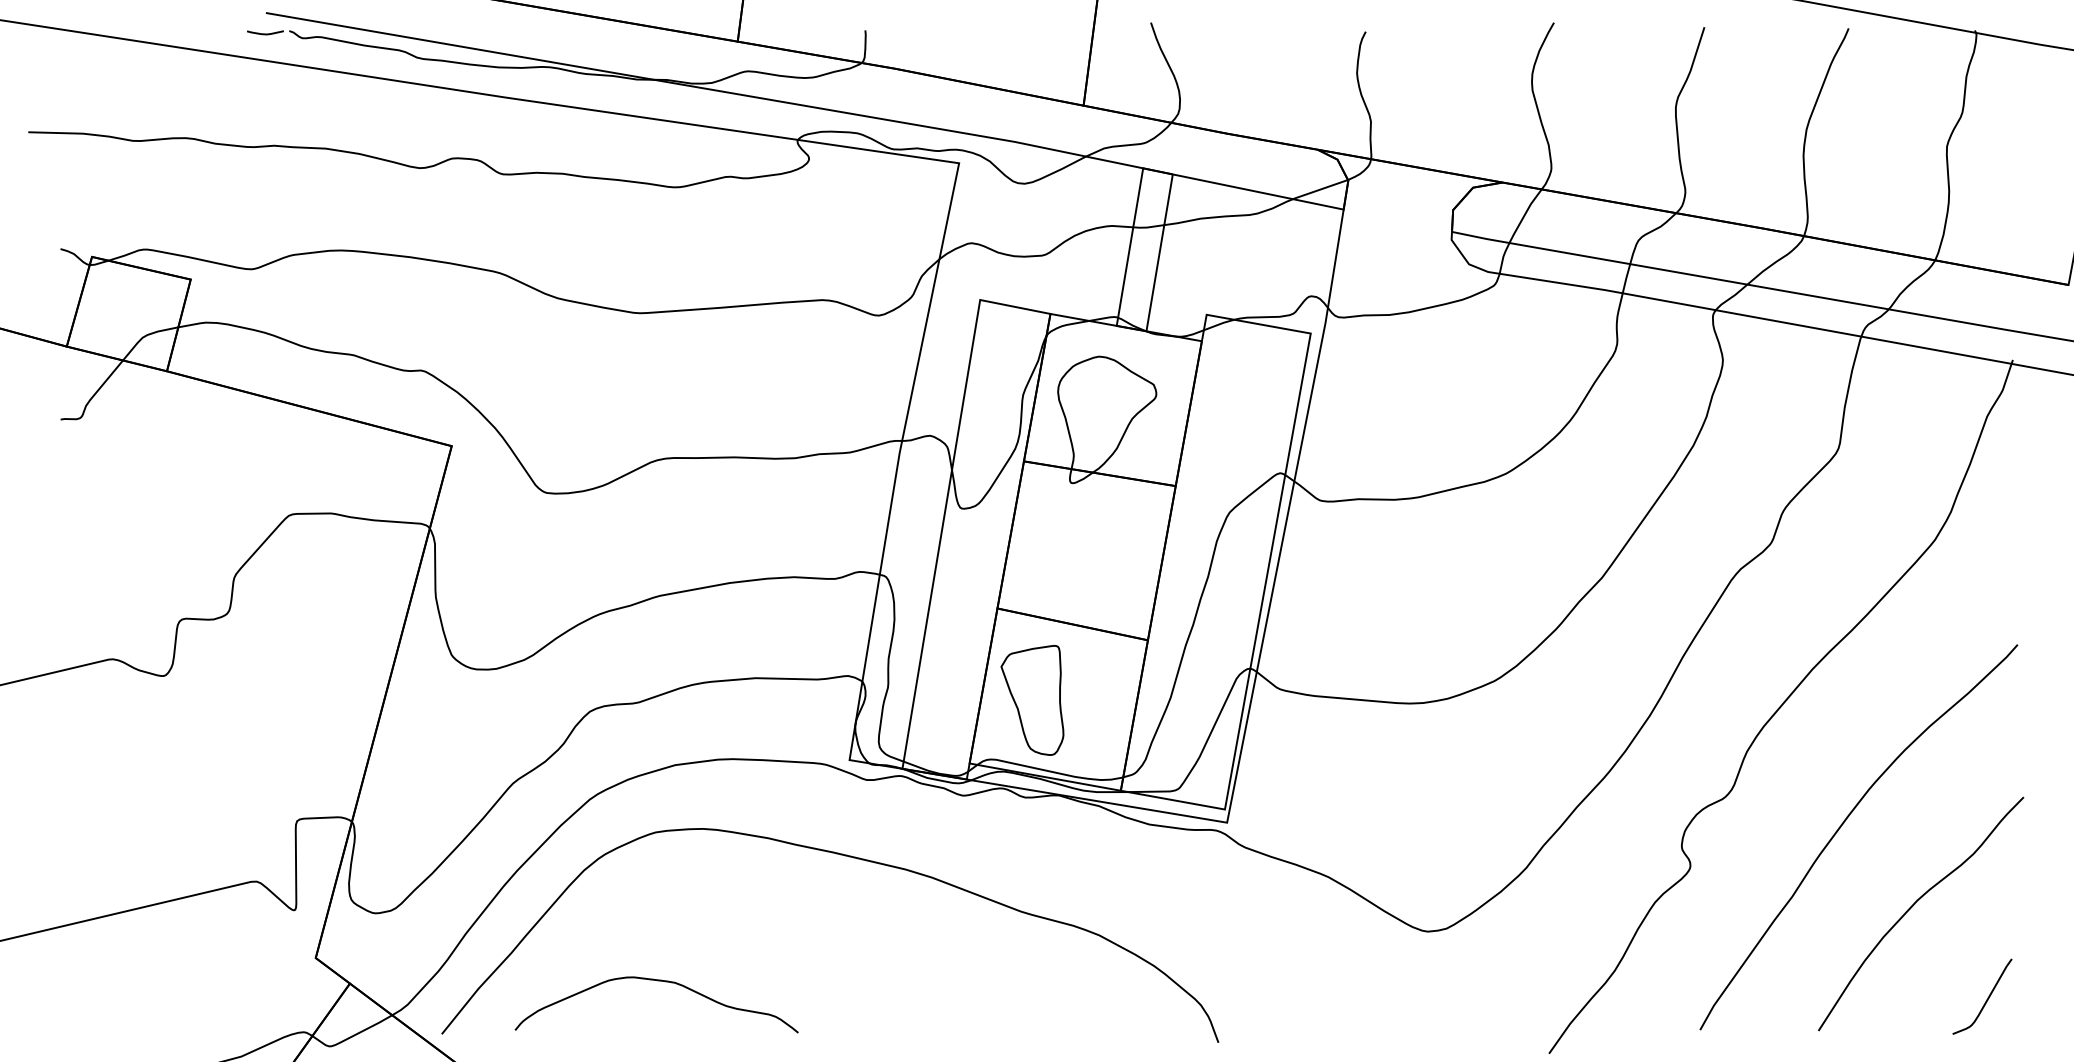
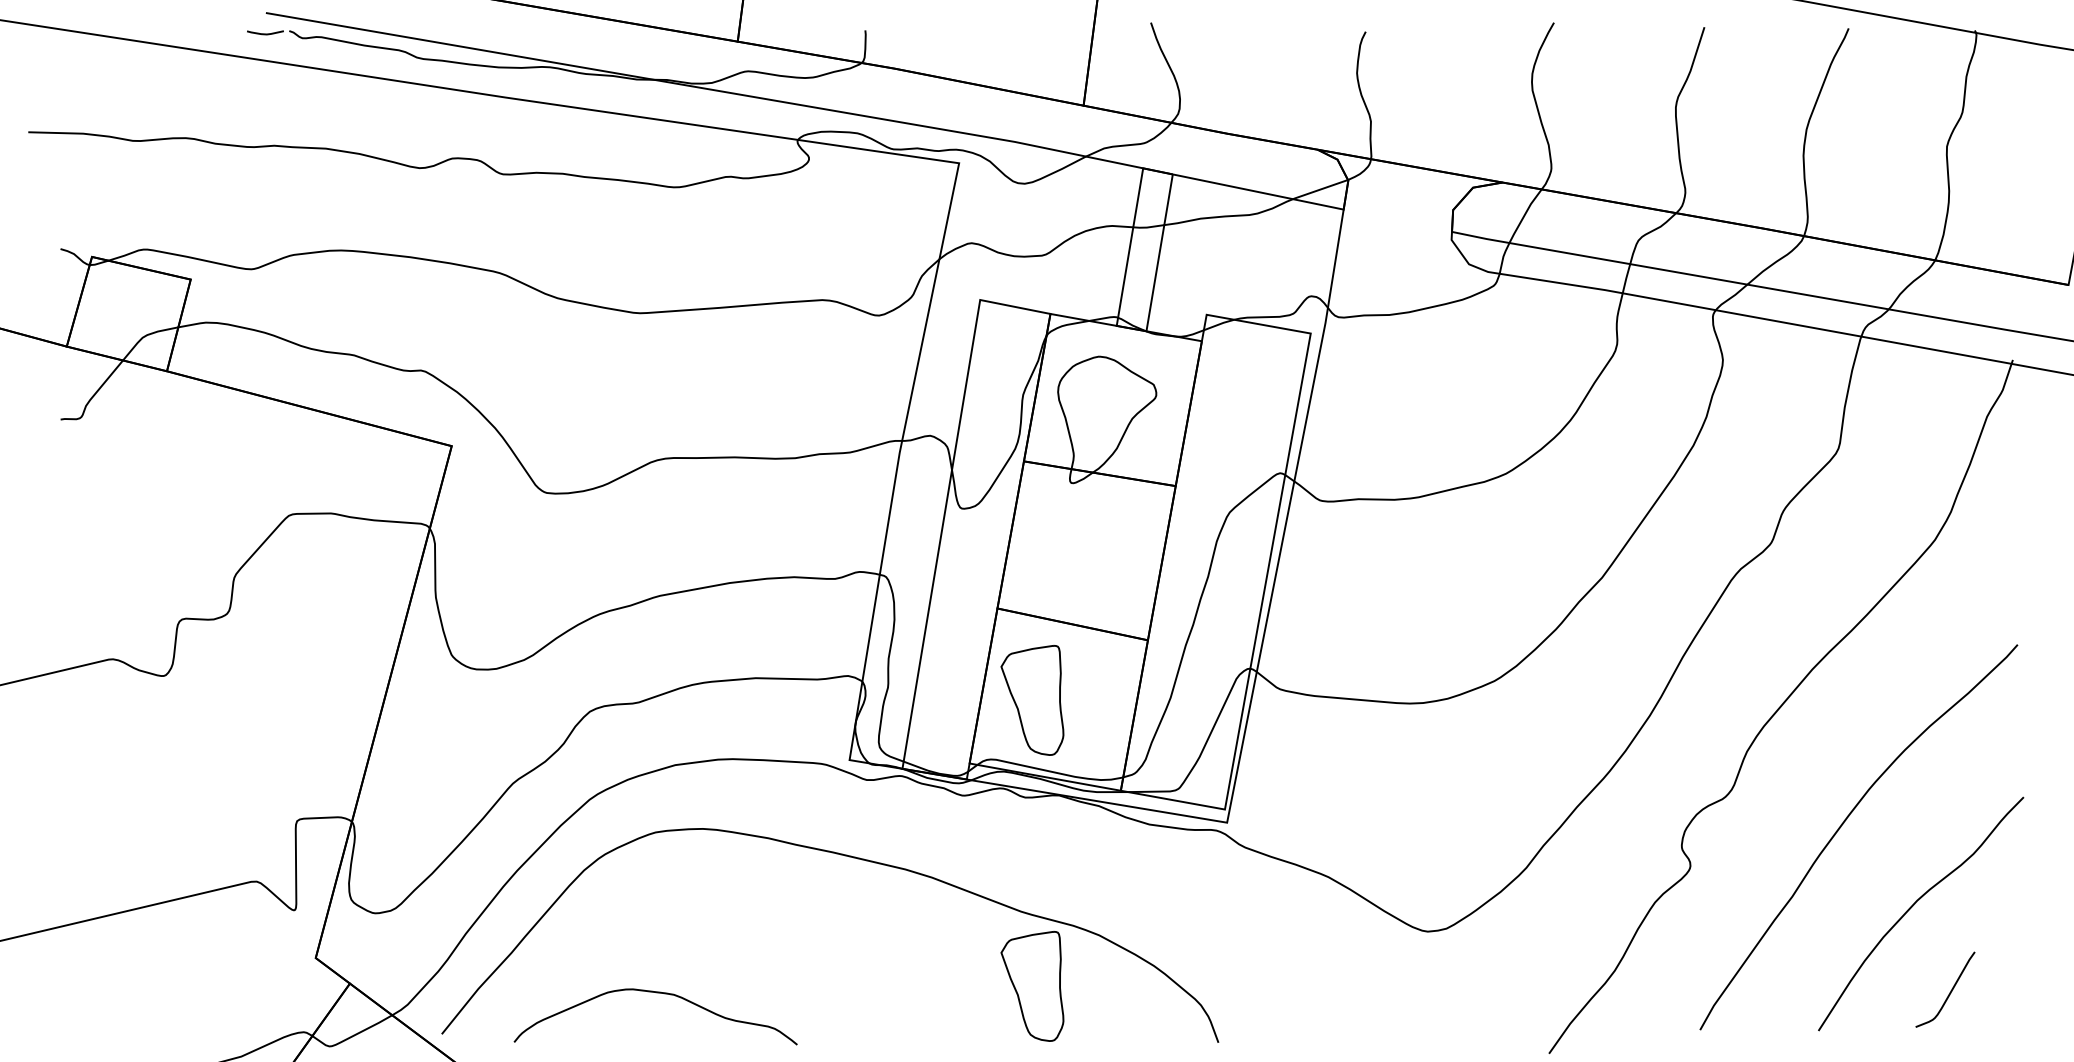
curve at (657, 981) position: (657, 981) -> (656, 993)
part at (1032, 986): none -> present
curve at (1986, 999) position: (1986, 999) -> (1949, 992)
